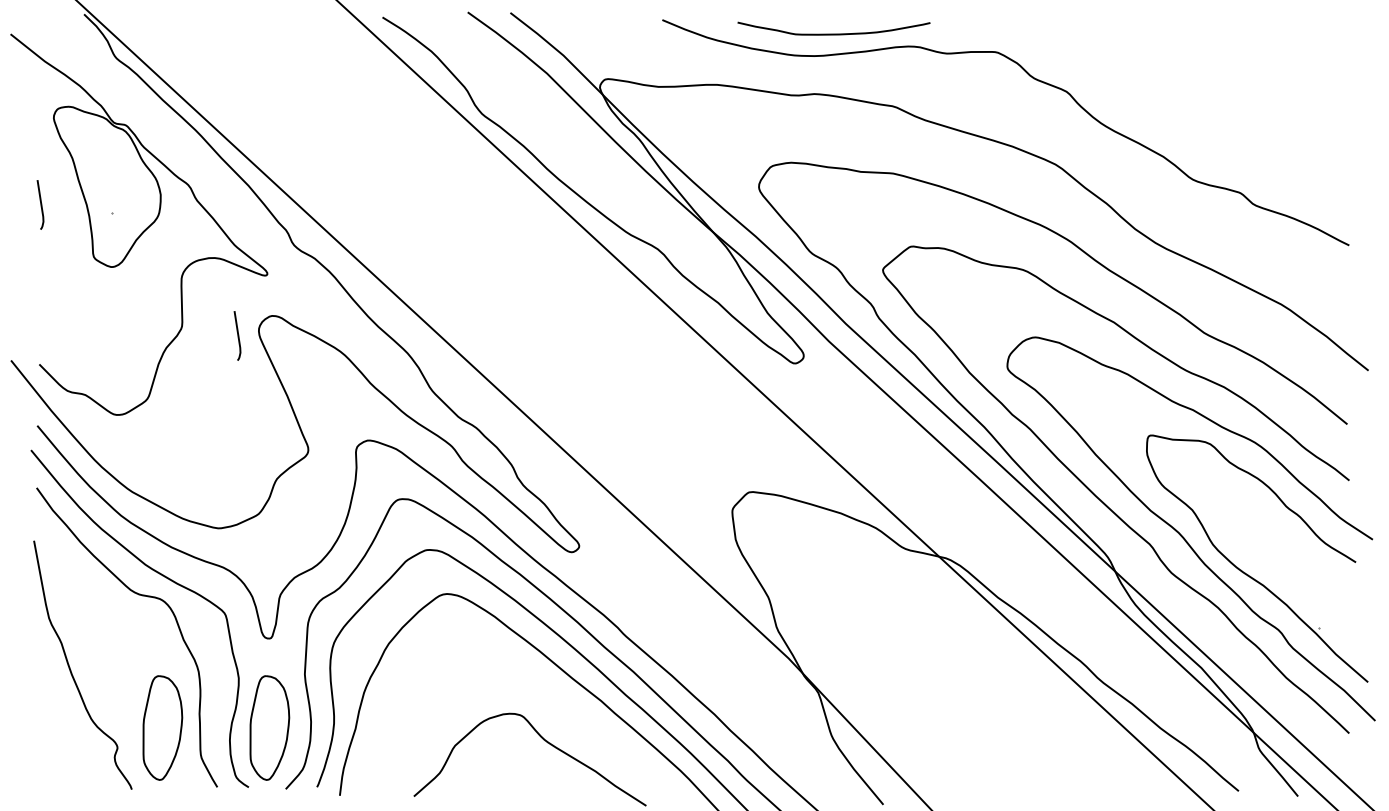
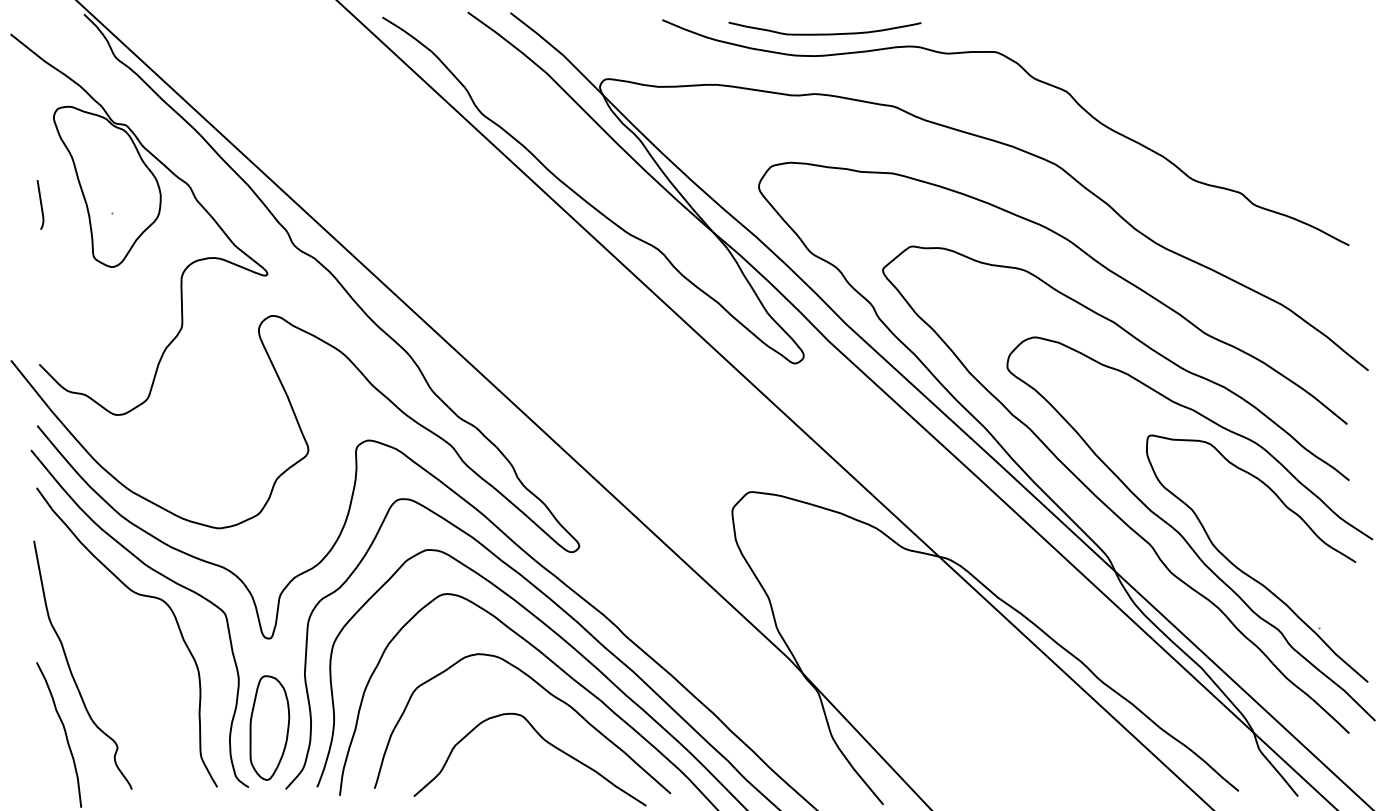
curve at (833, 33) position: (833, 33) -> (824, 33)
curve at (237, 335): present -> none
curve at (549, 694): none -> present
part at (162, 727): present -> none
curve at (64, 733): none -> present
